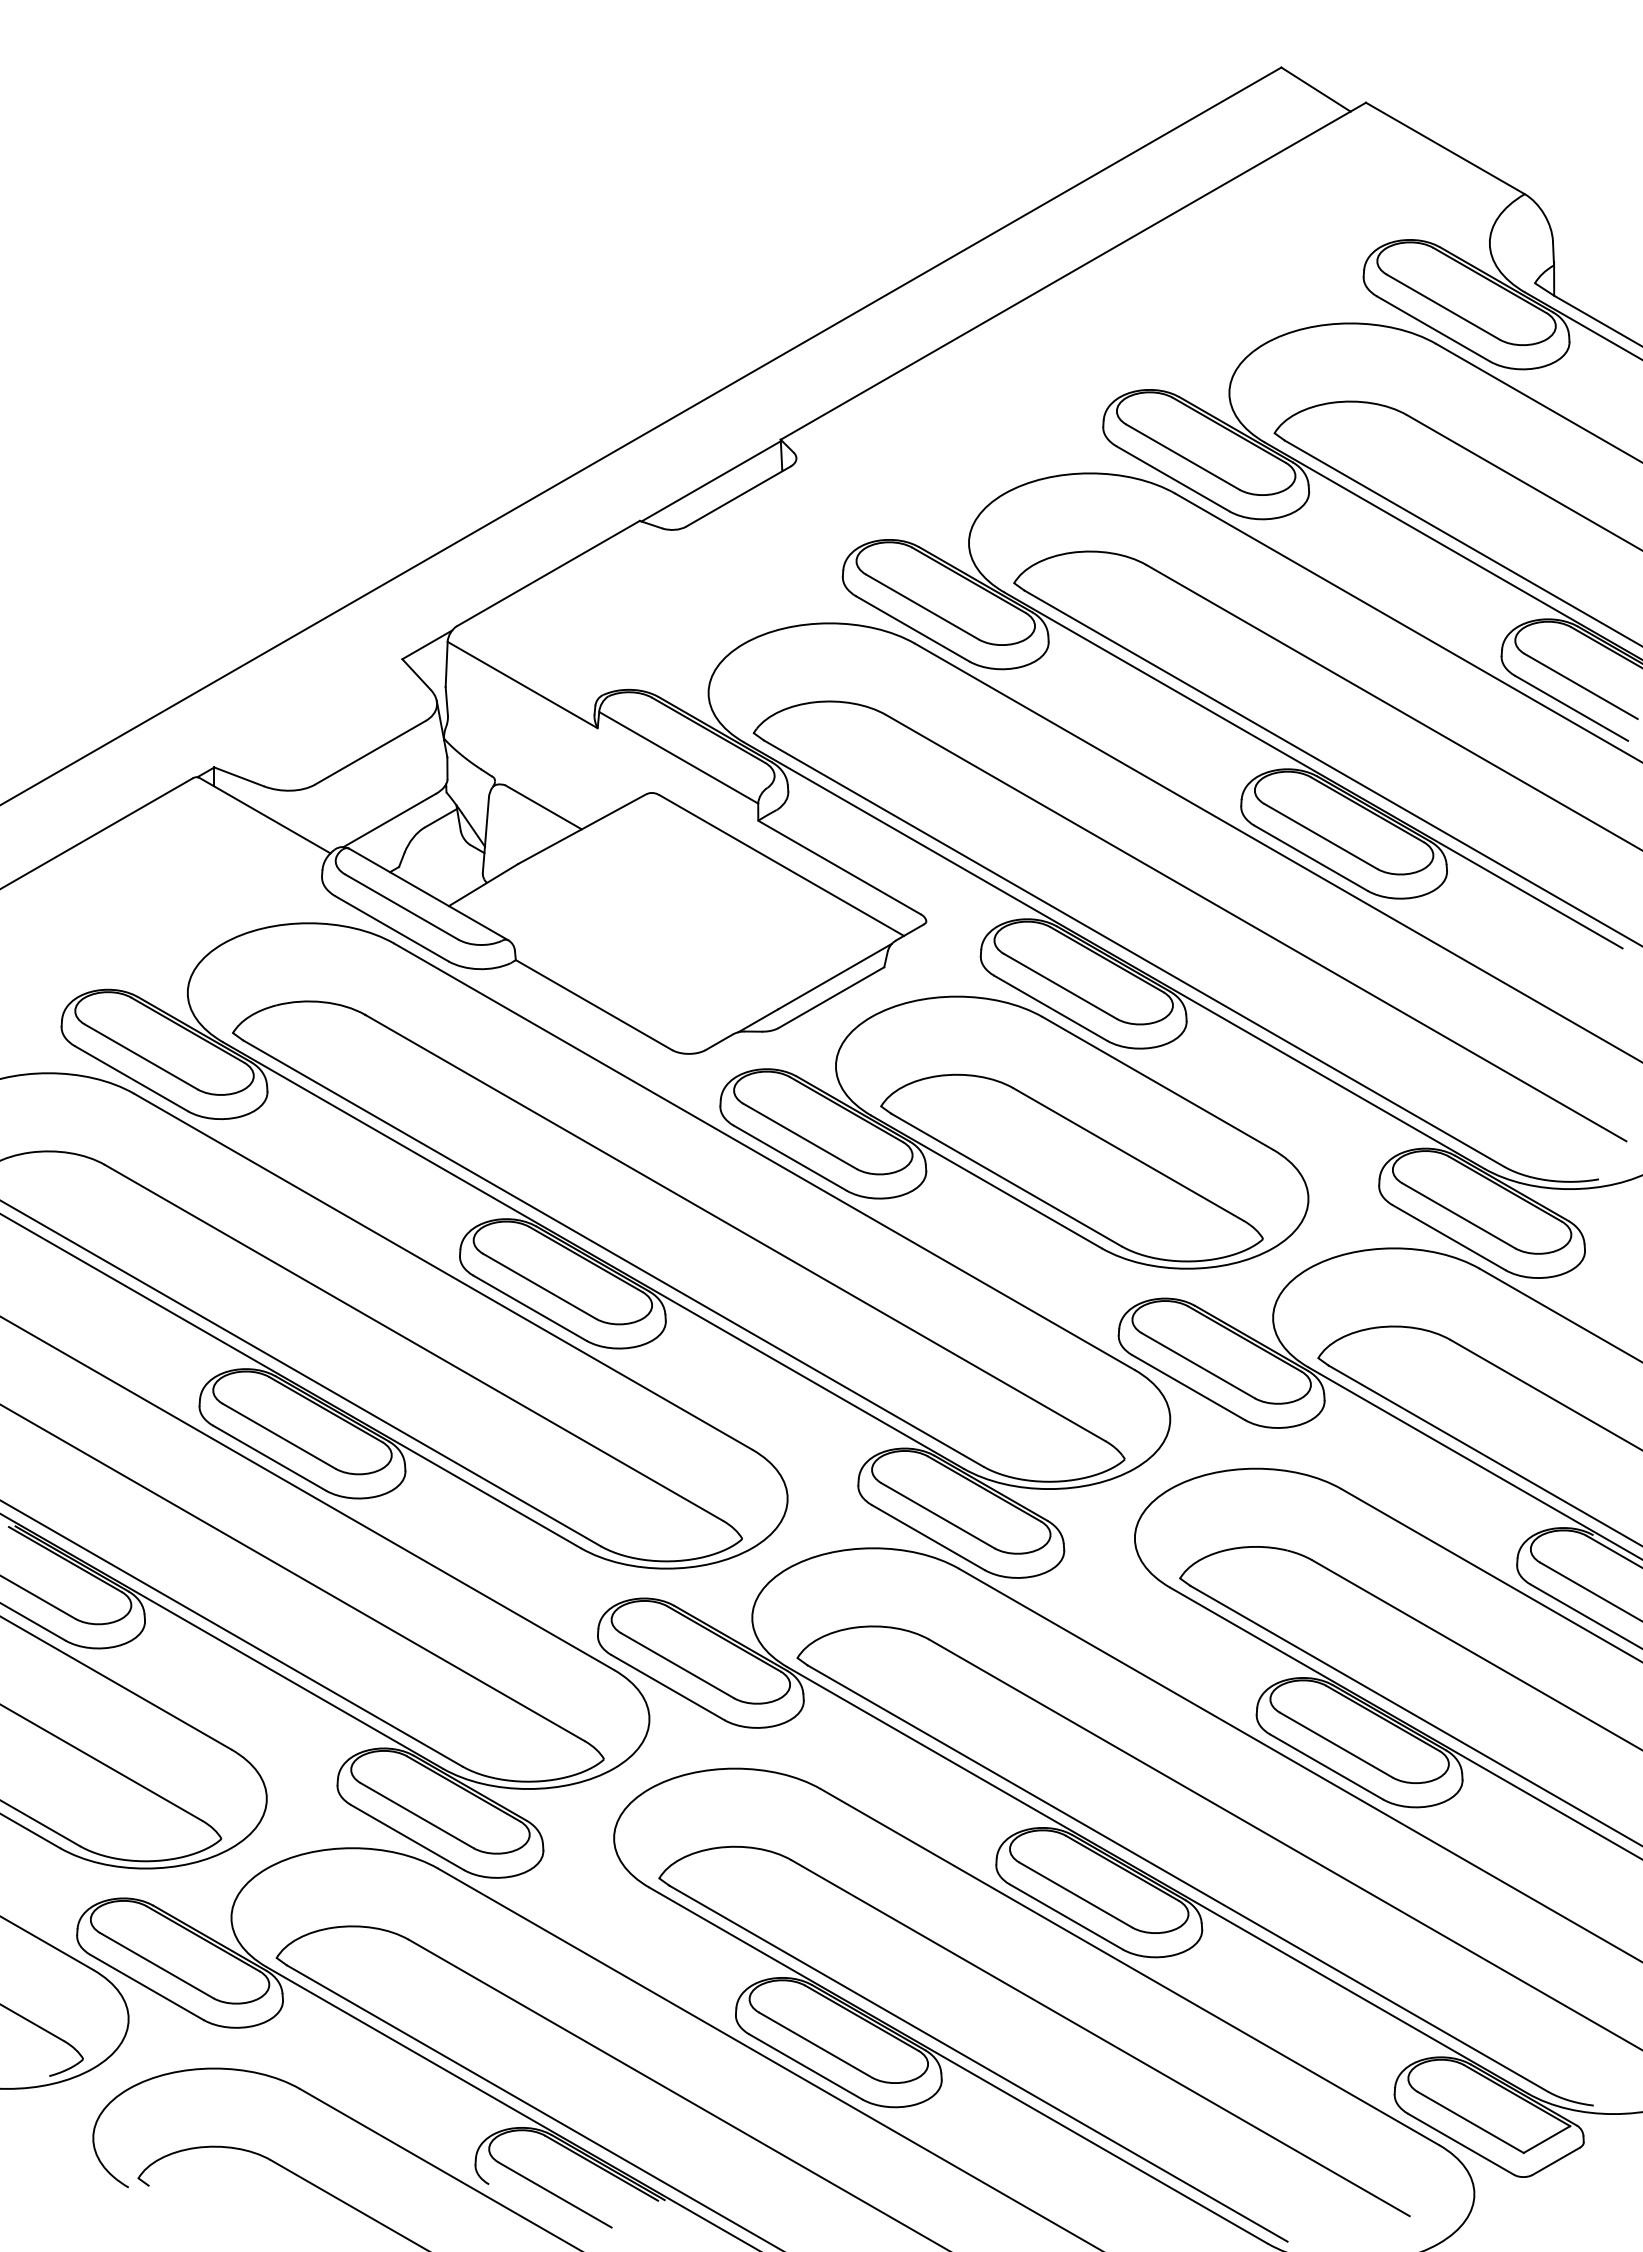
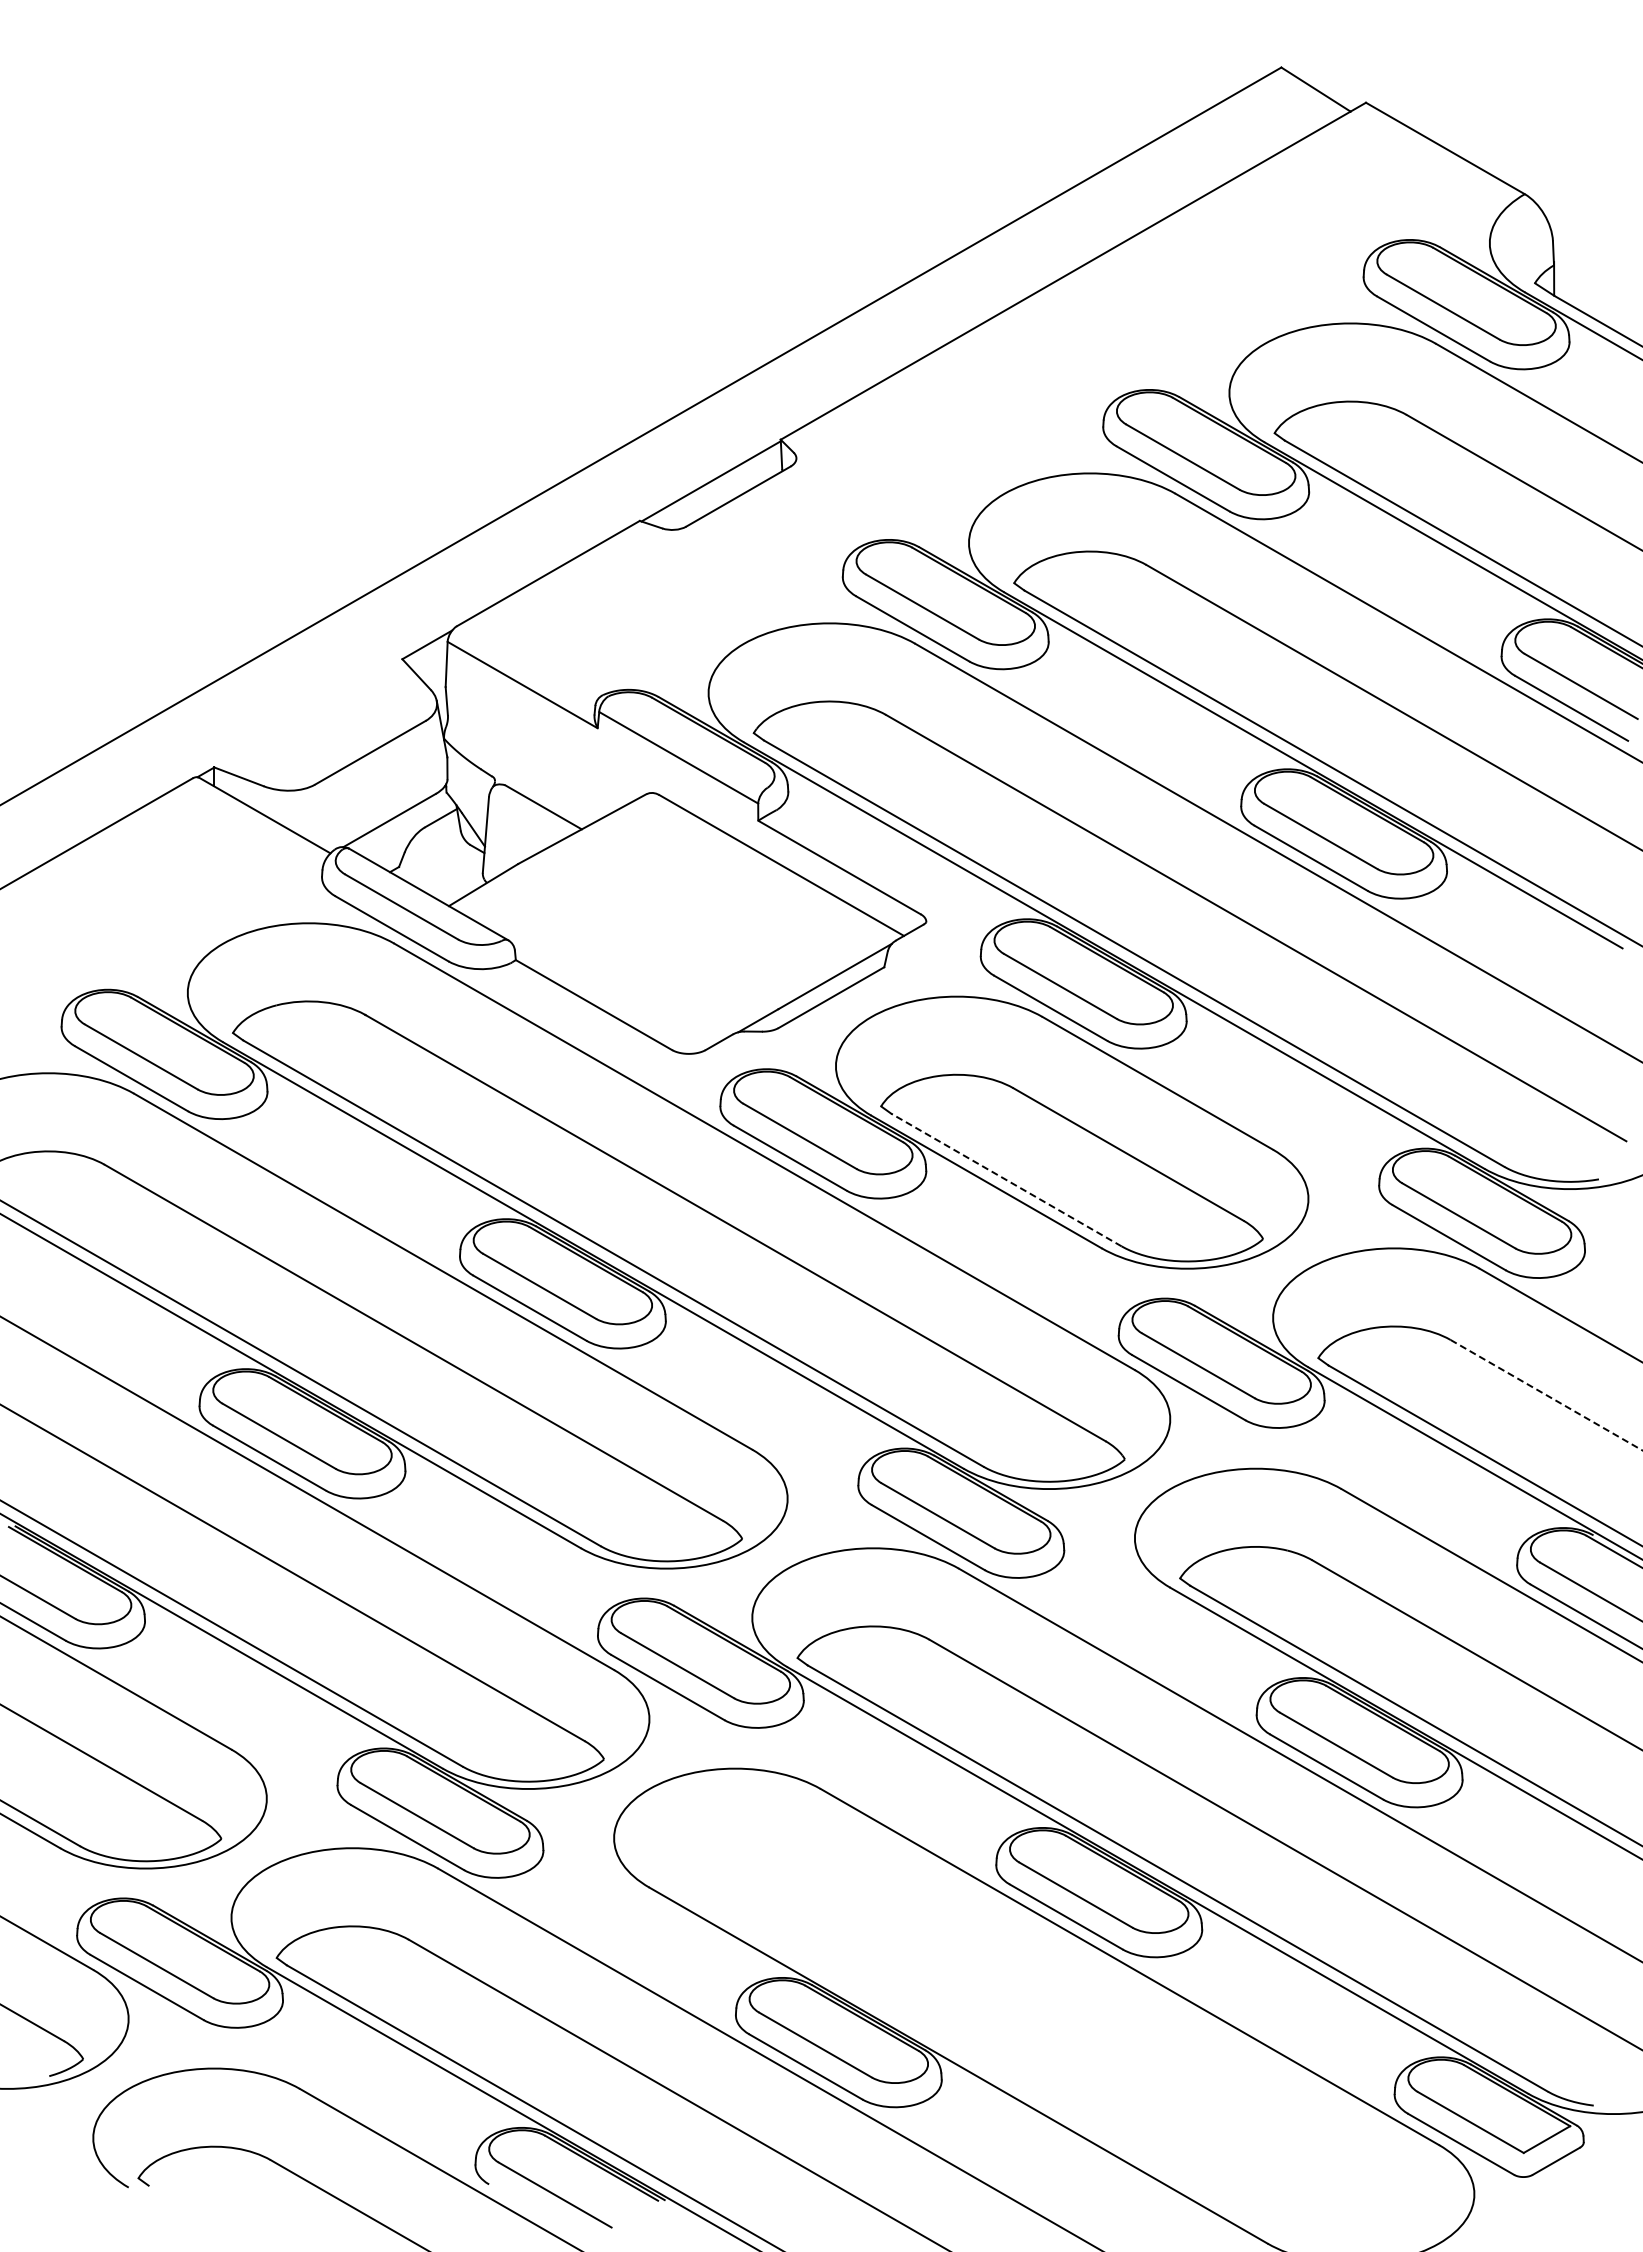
line at (1006, 1180): solid -> dashed
line at (1546, 1395): solid -> dashed
part at (1053, 2012): present -> none
